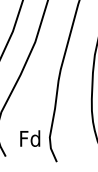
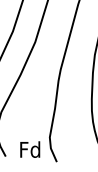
text at (30, 138) position: (30, 138) -> (30, 149)
